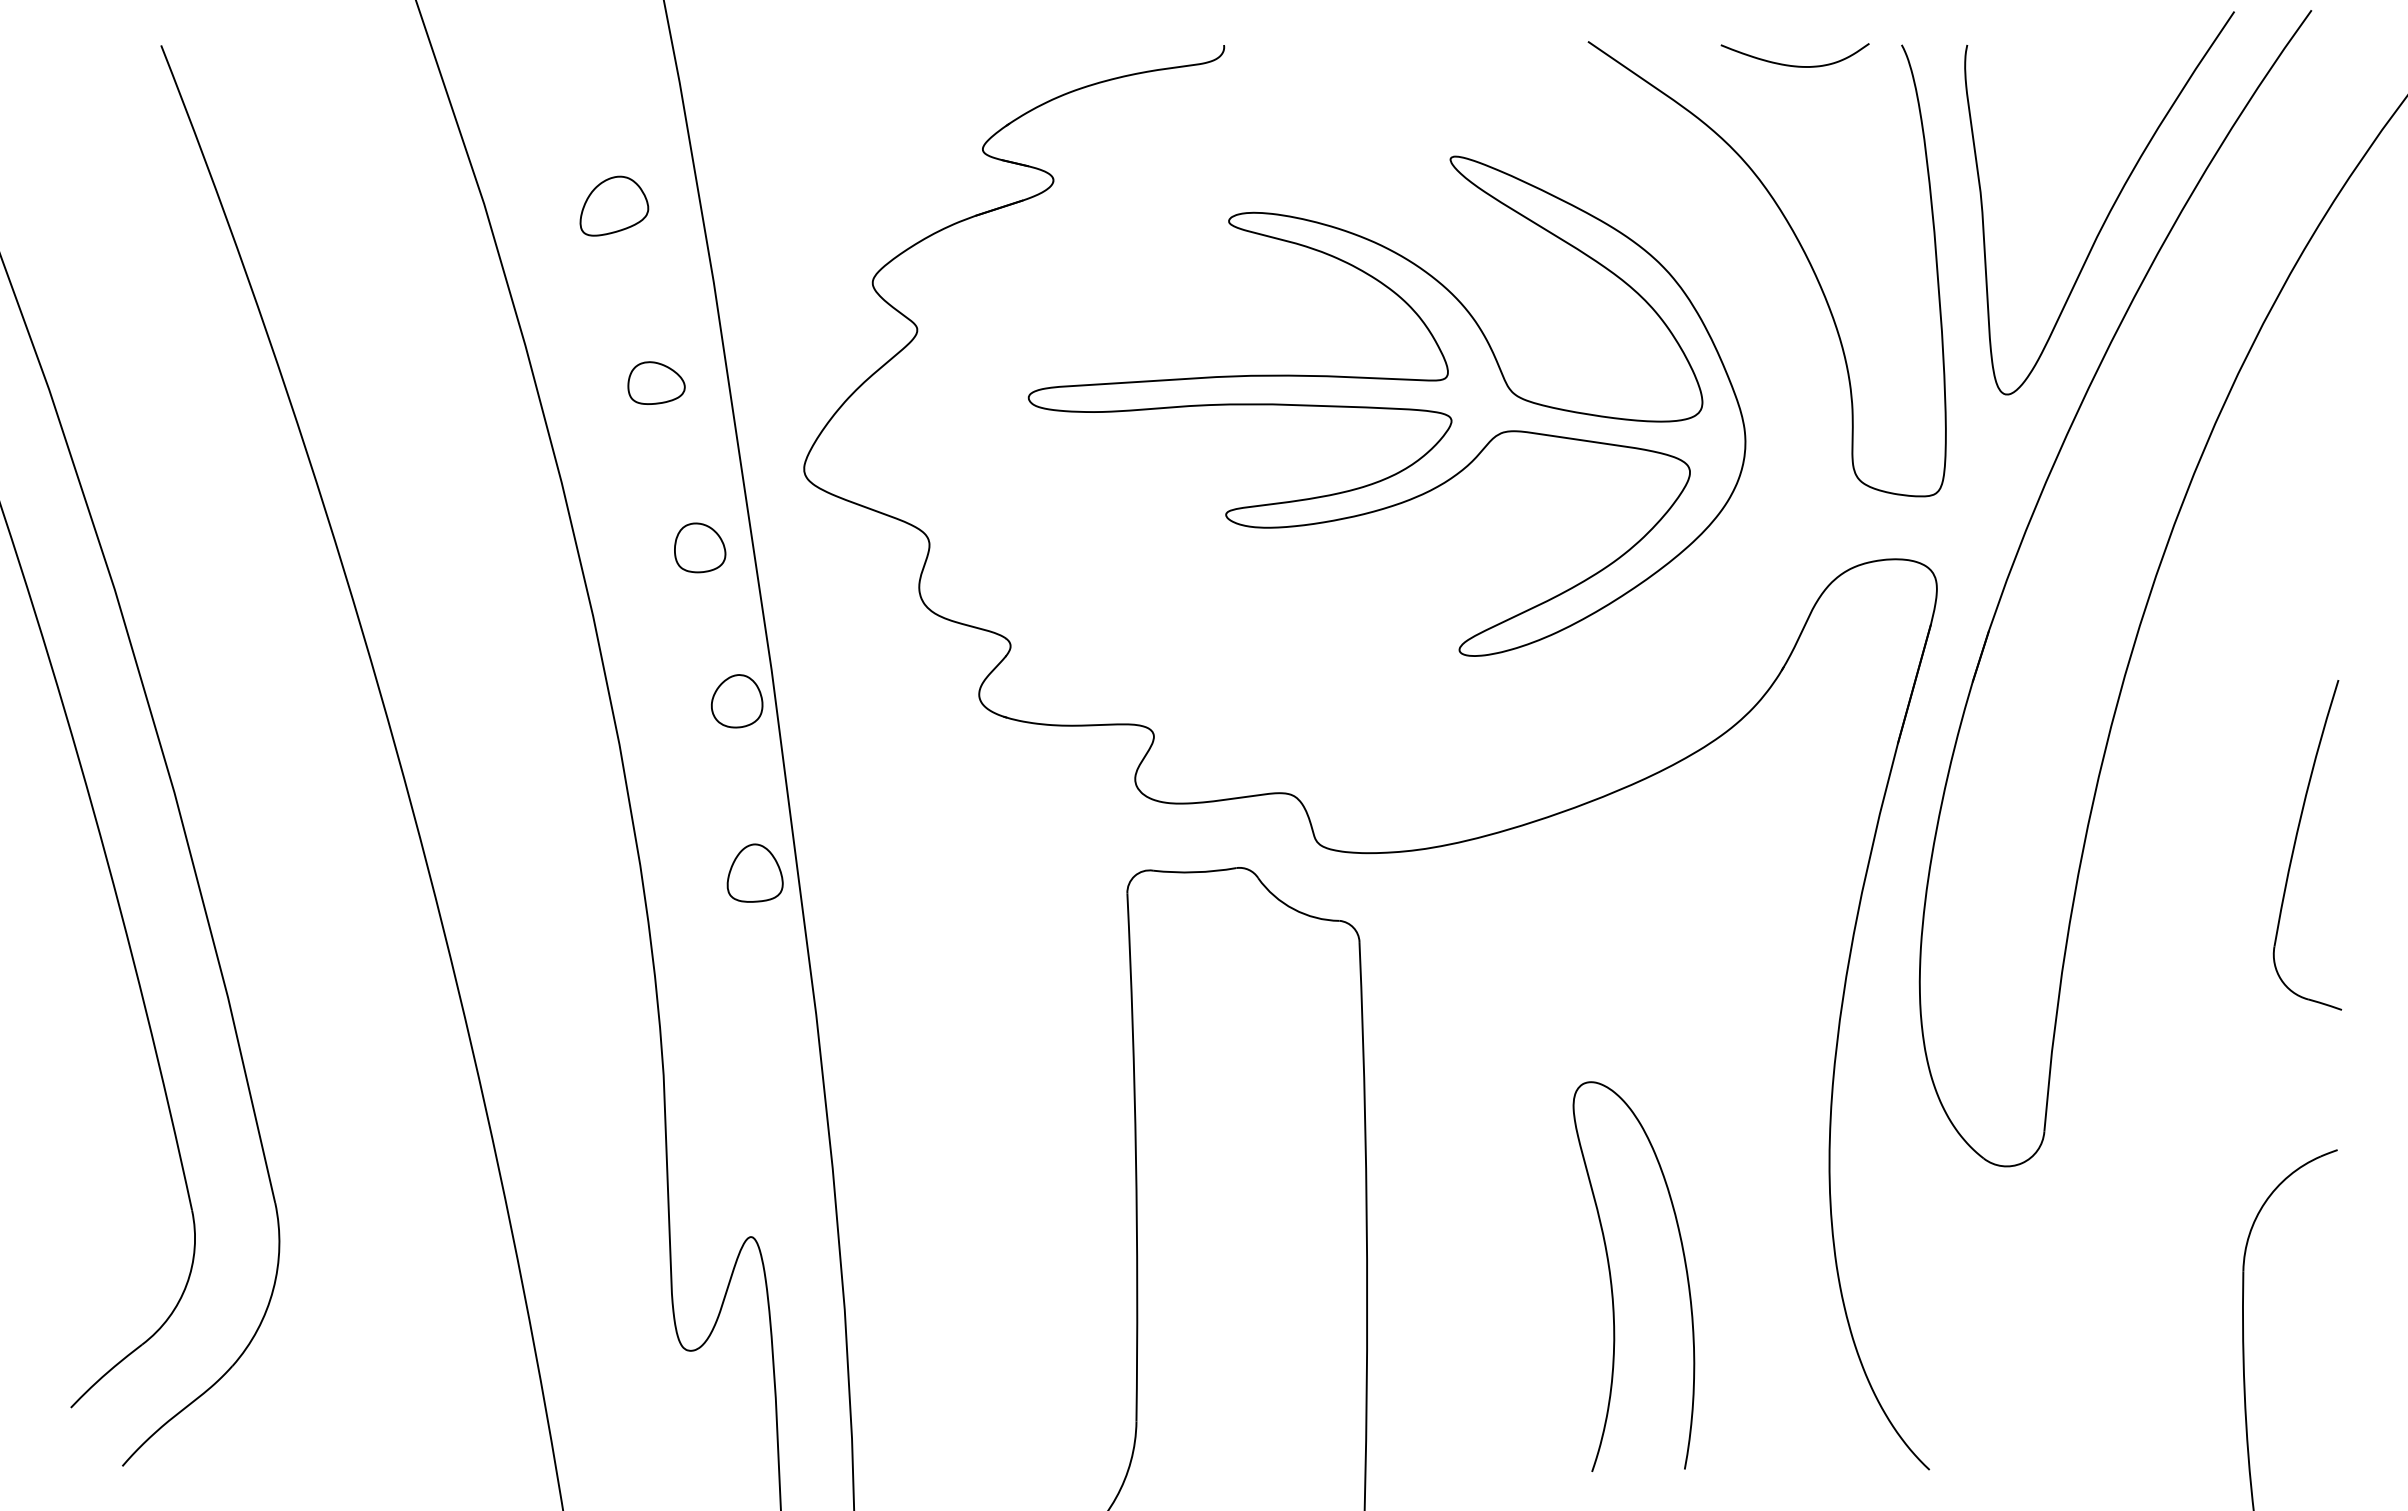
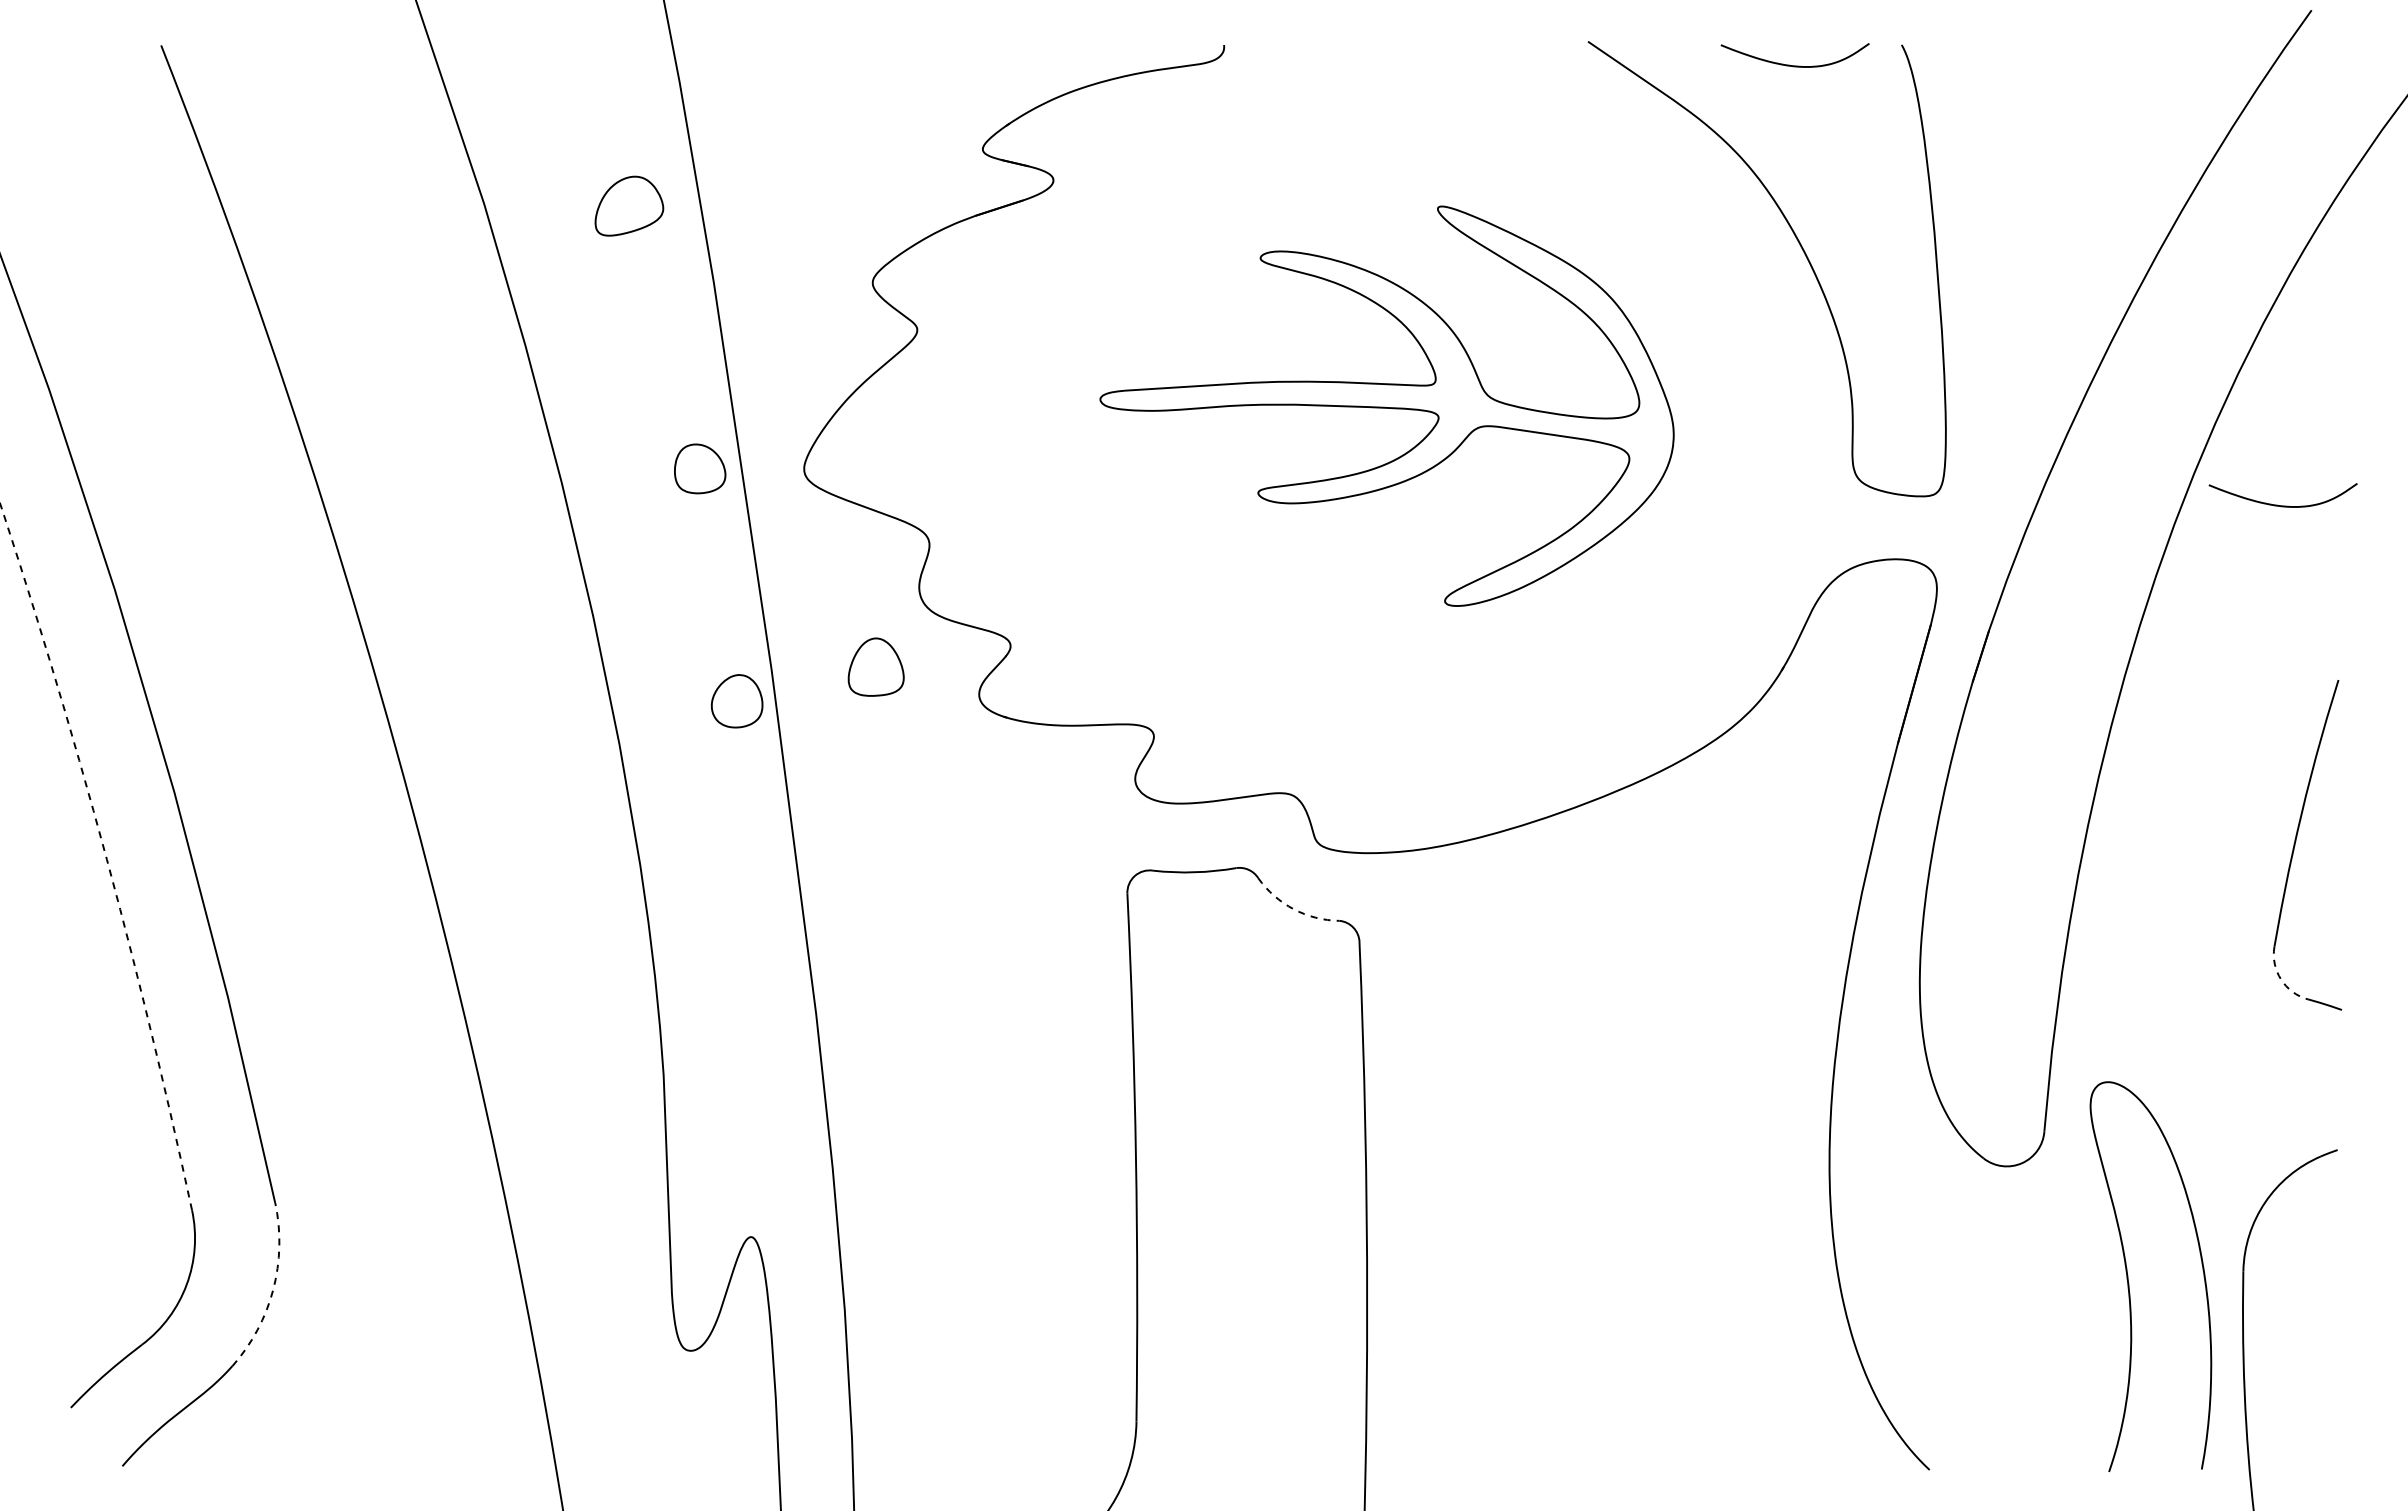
part at (614, 205) position: (614, 205) -> (629, 205)
curve at (2110, 208): present -> none
part at (656, 382): present -> none
part at (1386, 405) size: 720x502 px -> 576x402 px
curve at (2282, 505): none -> present
part at (700, 547) position: (700, 547) -> (700, 468)
arc at (105, 854): solid -> dashed
part at (754, 872) position: (754, 872) -> (875, 666)
arc at (1293, 909): solid -> dashed
arc at (2281, 979): solid -> dashed
curve at (1611, 1276) position: (1611, 1276) -> (2128, 1276)
arc at (273, 1289): solid -> dashed
